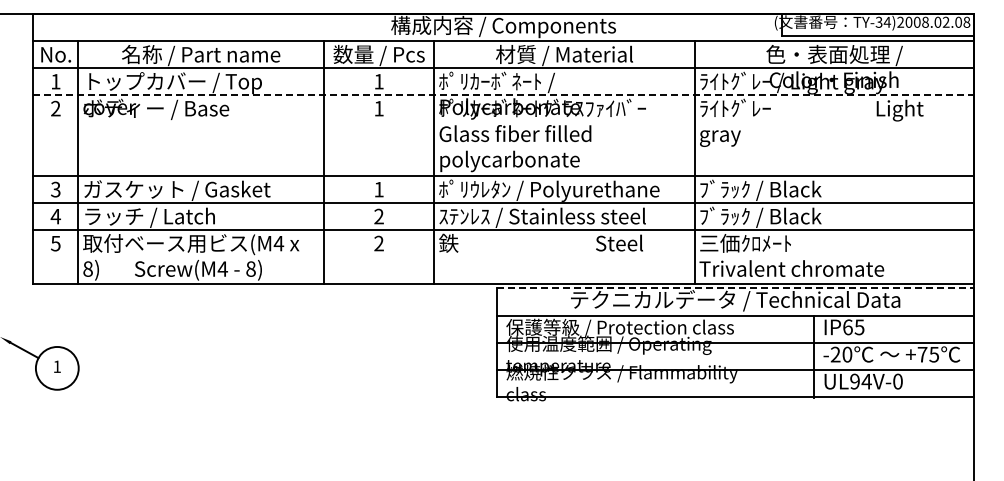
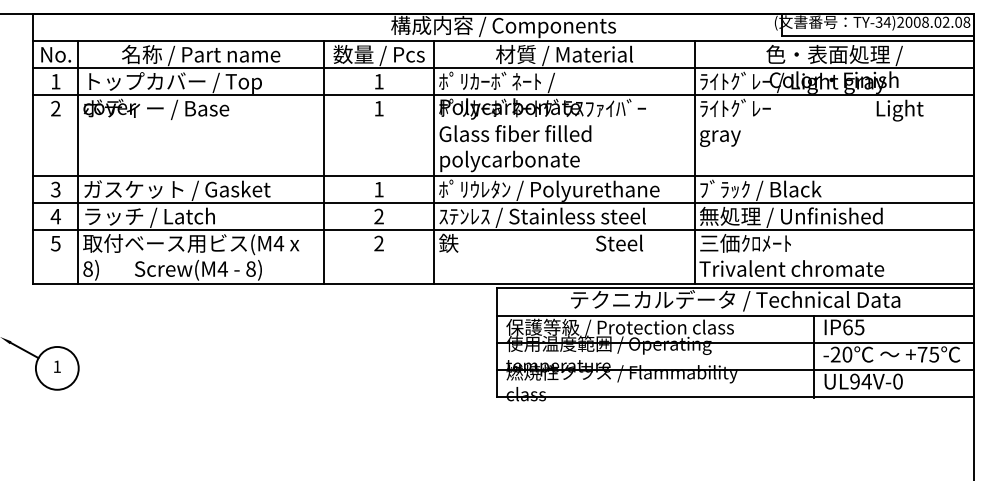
line at (504, 95): dashed -> solid
text at (791, 216): ﾌﾞﾗｯｸ / Black -> 無処理 / Unfinished
line at (735, 288): dashed -> solid
